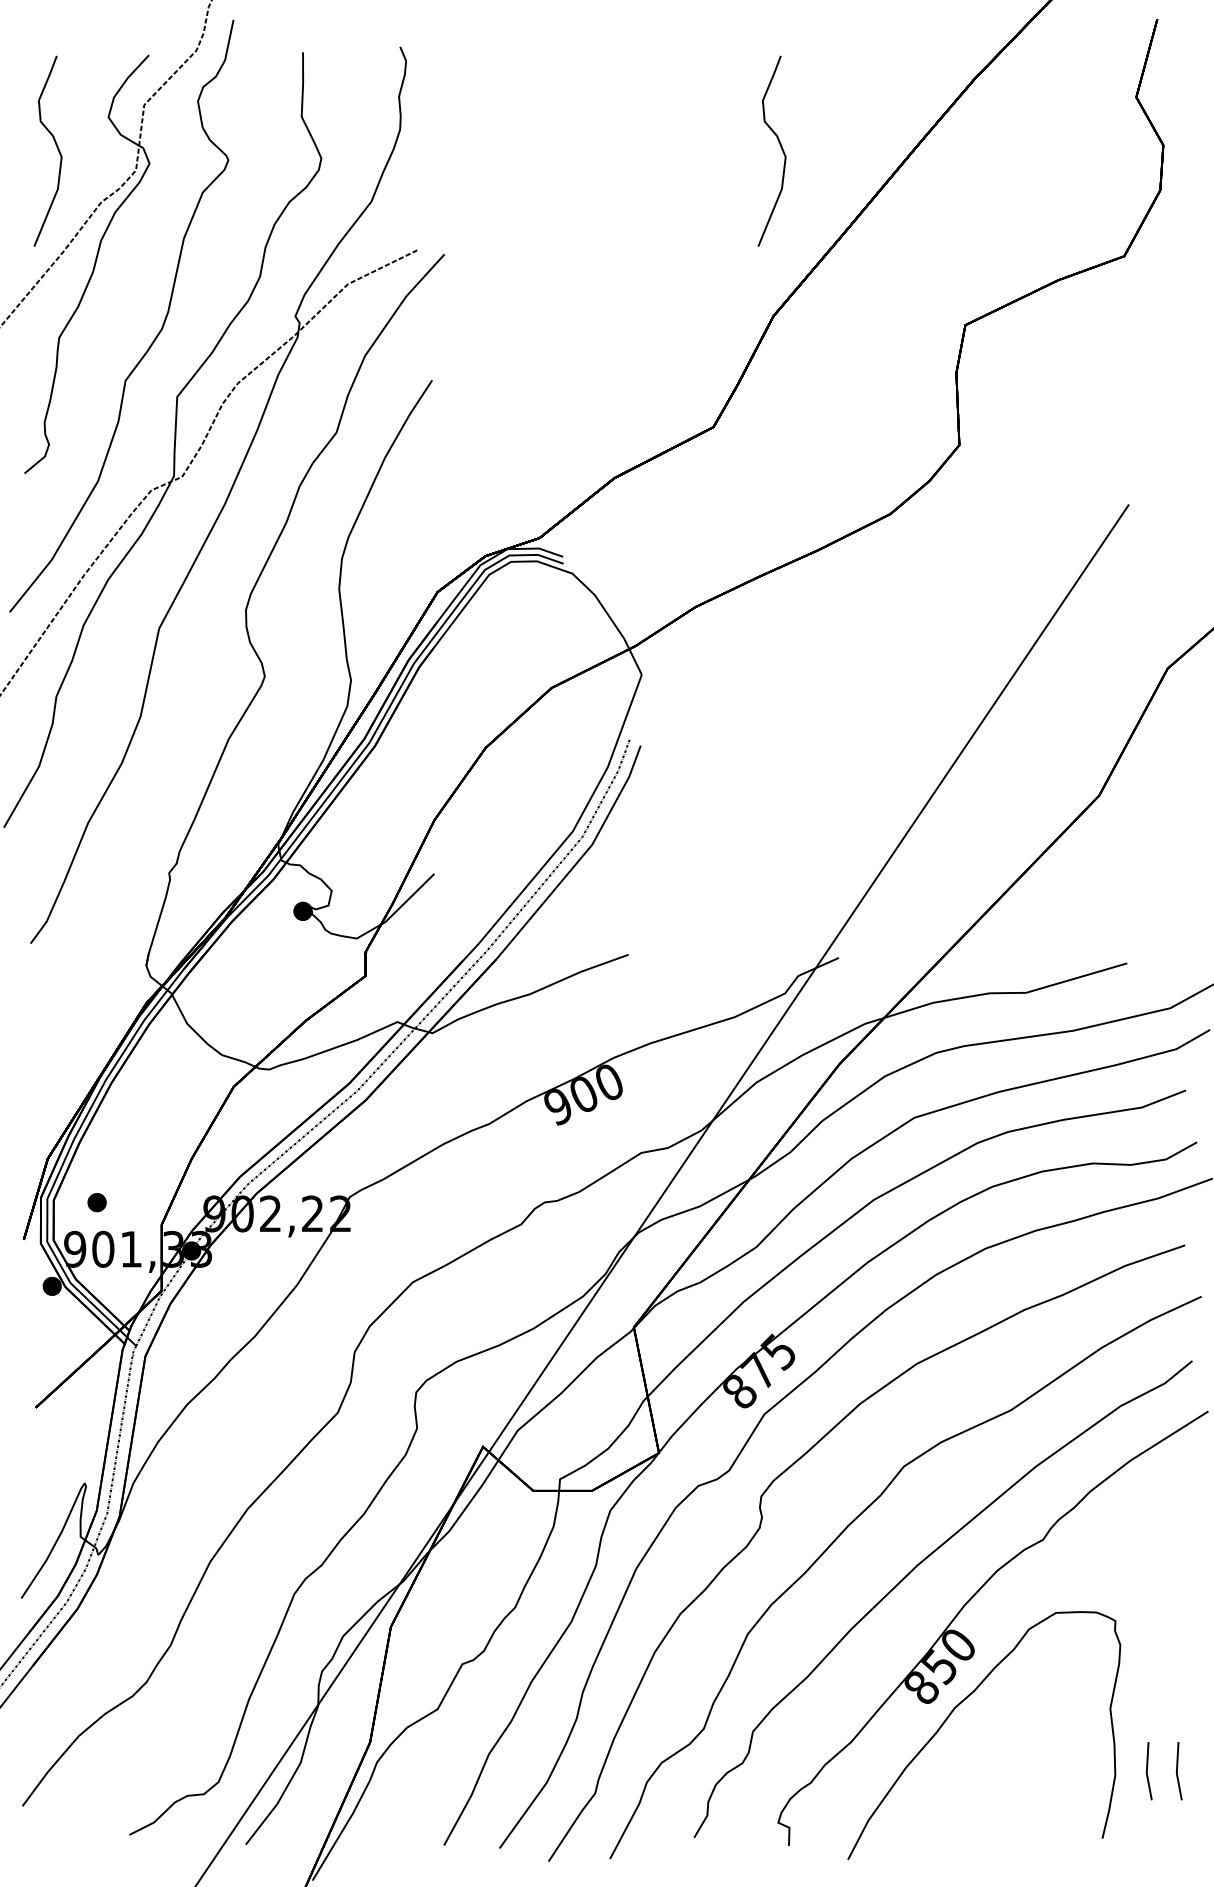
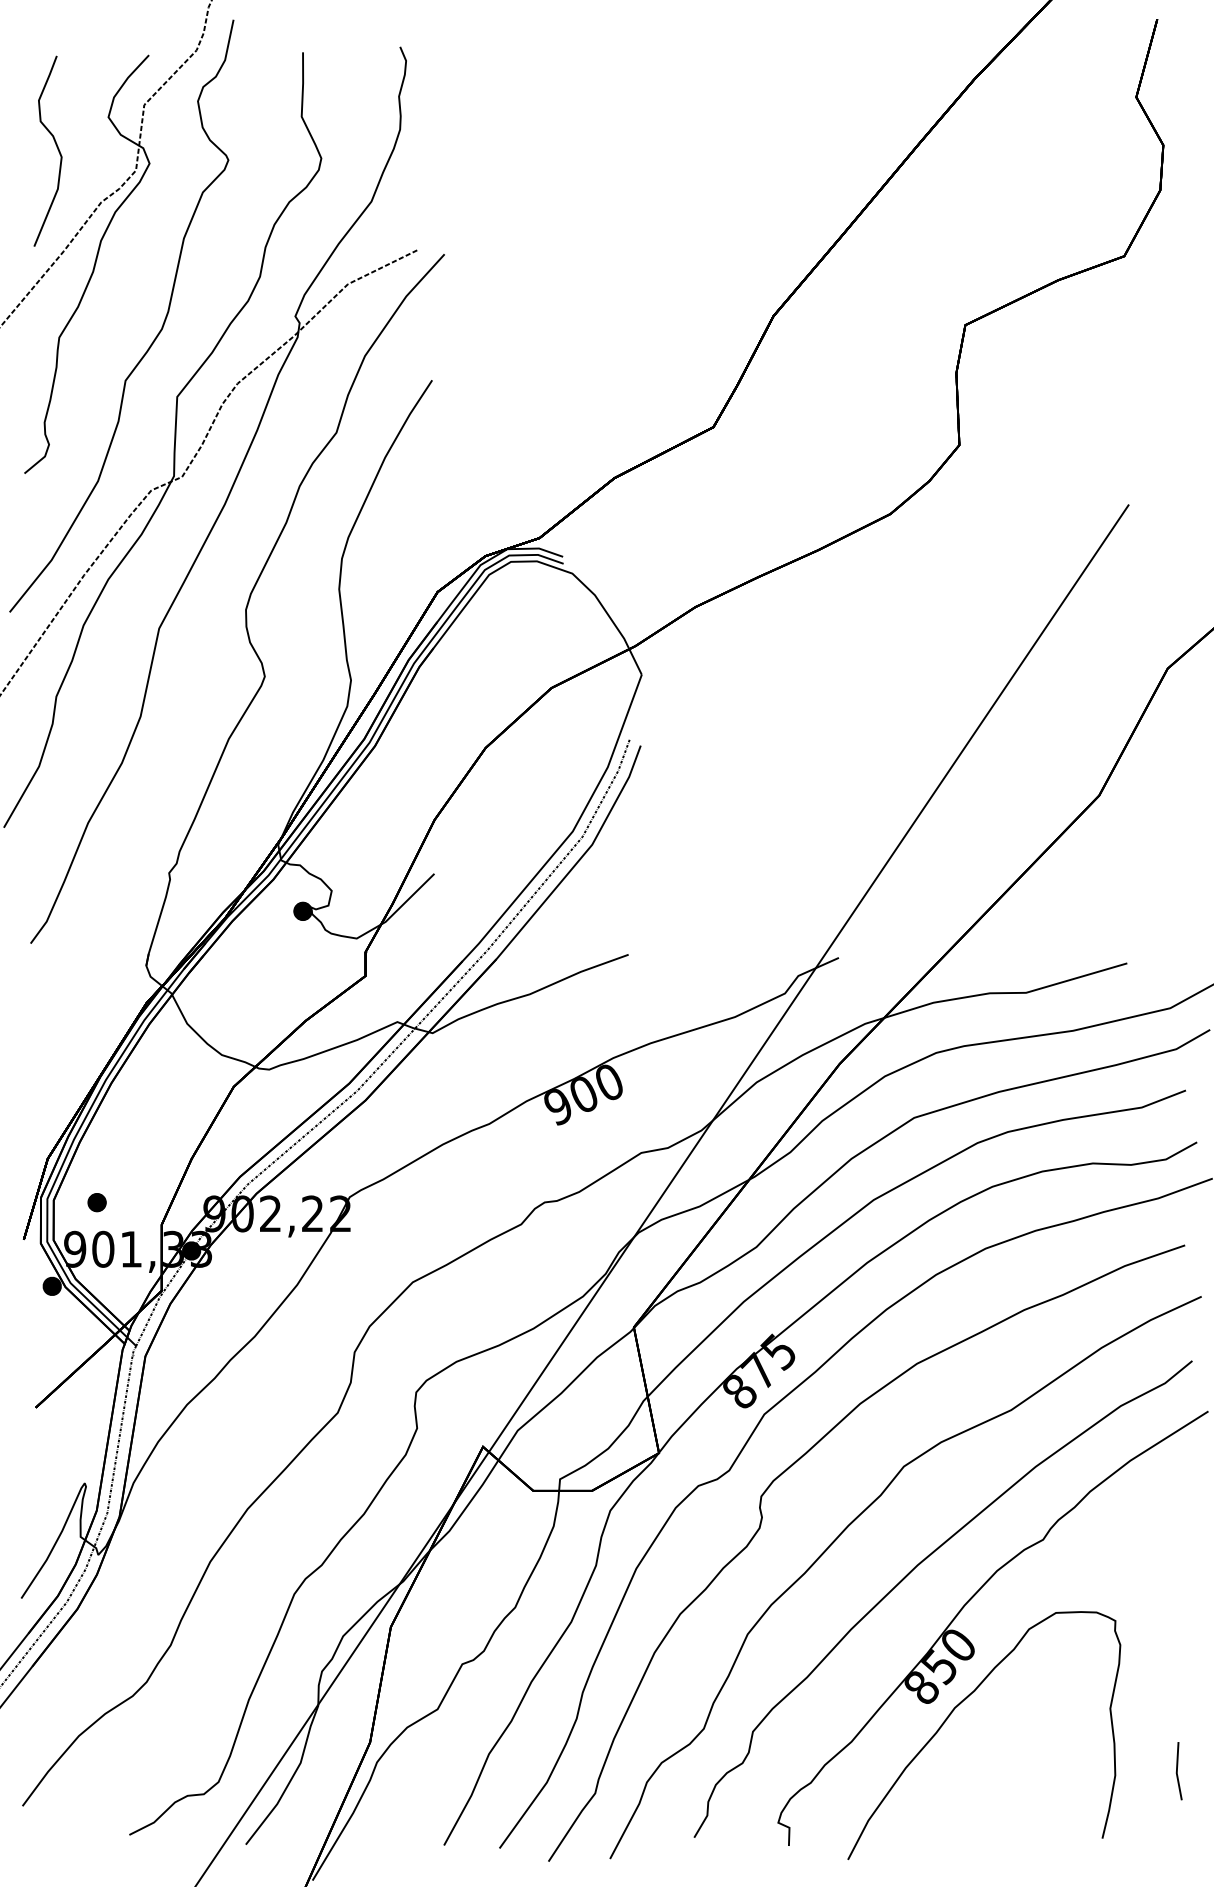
curve at (780, 147): present -> none
line at (1147, 1771): present -> none
